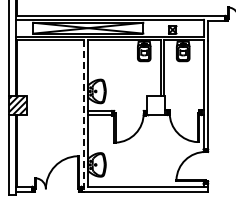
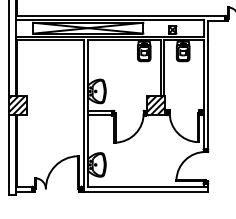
hatch at (156, 105): none -> present
line at (83, 116): dashed -> solid
